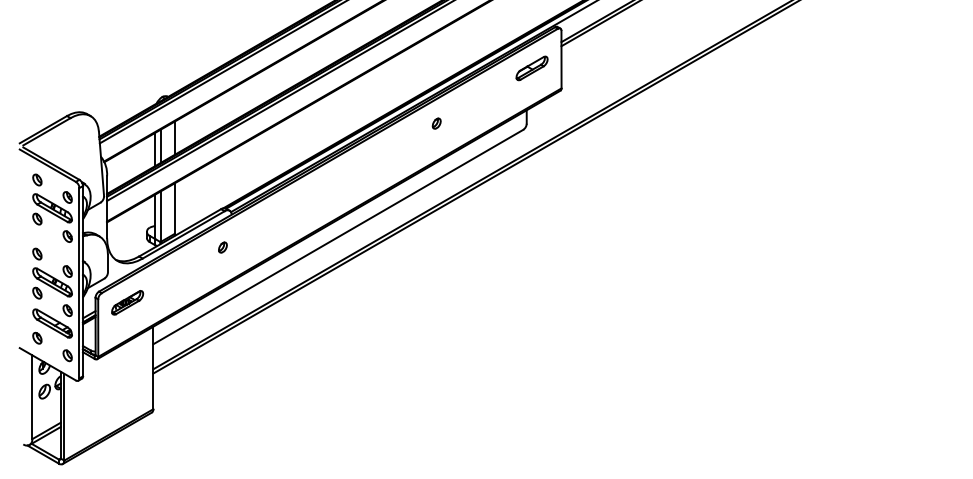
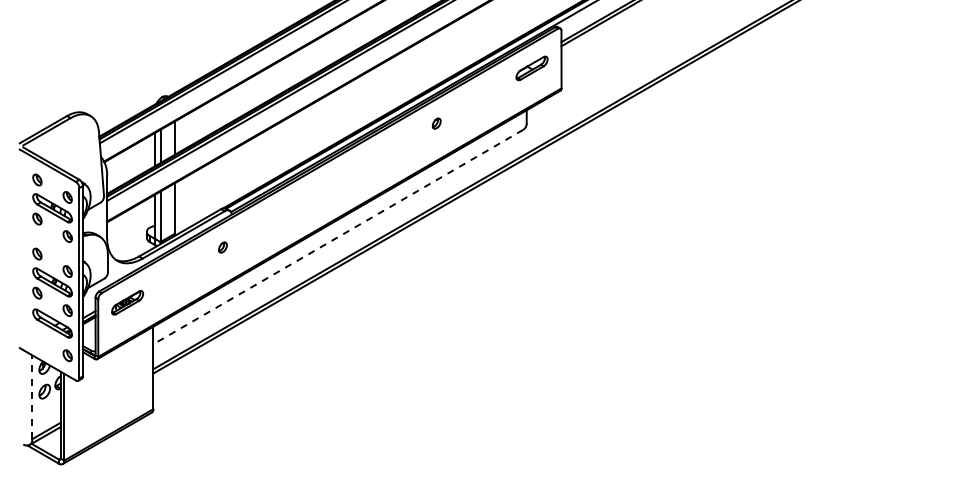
line at (338, 237): solid -> dashed
part at (37, 337): present -> none
line at (32, 397): solid -> dashed
